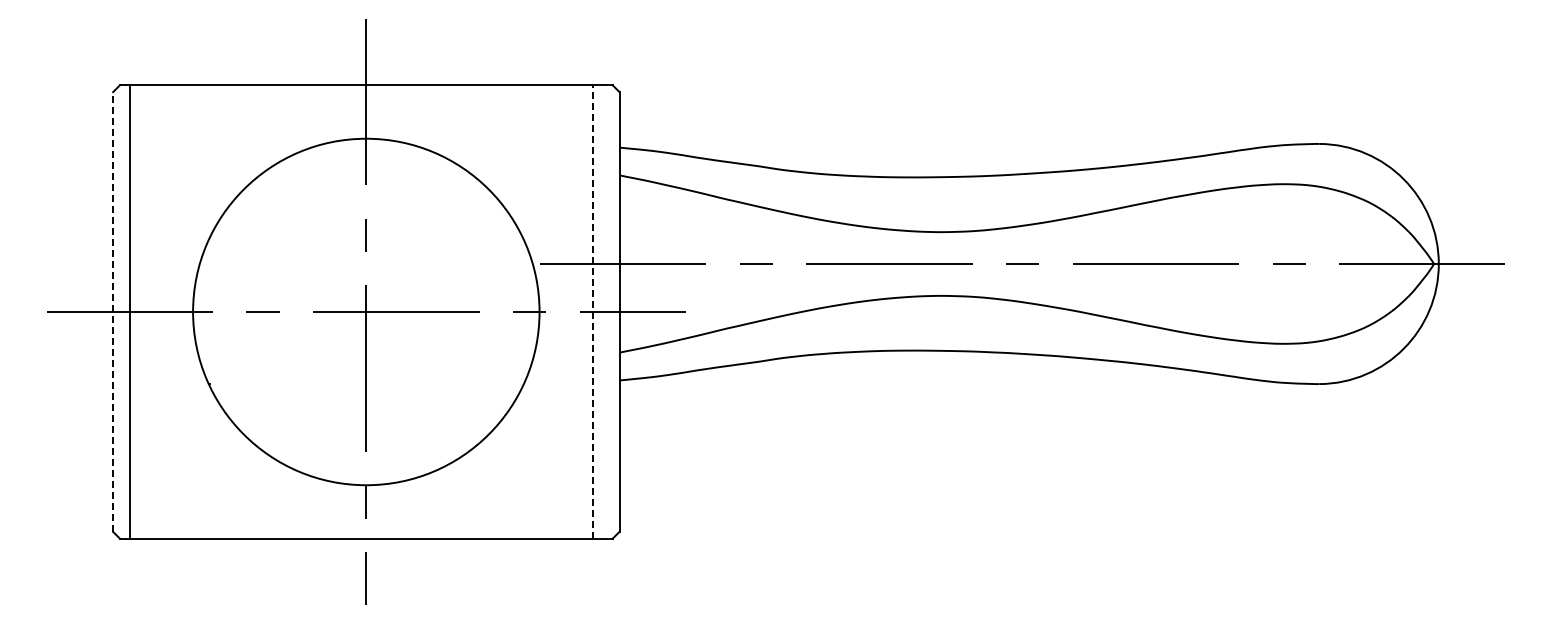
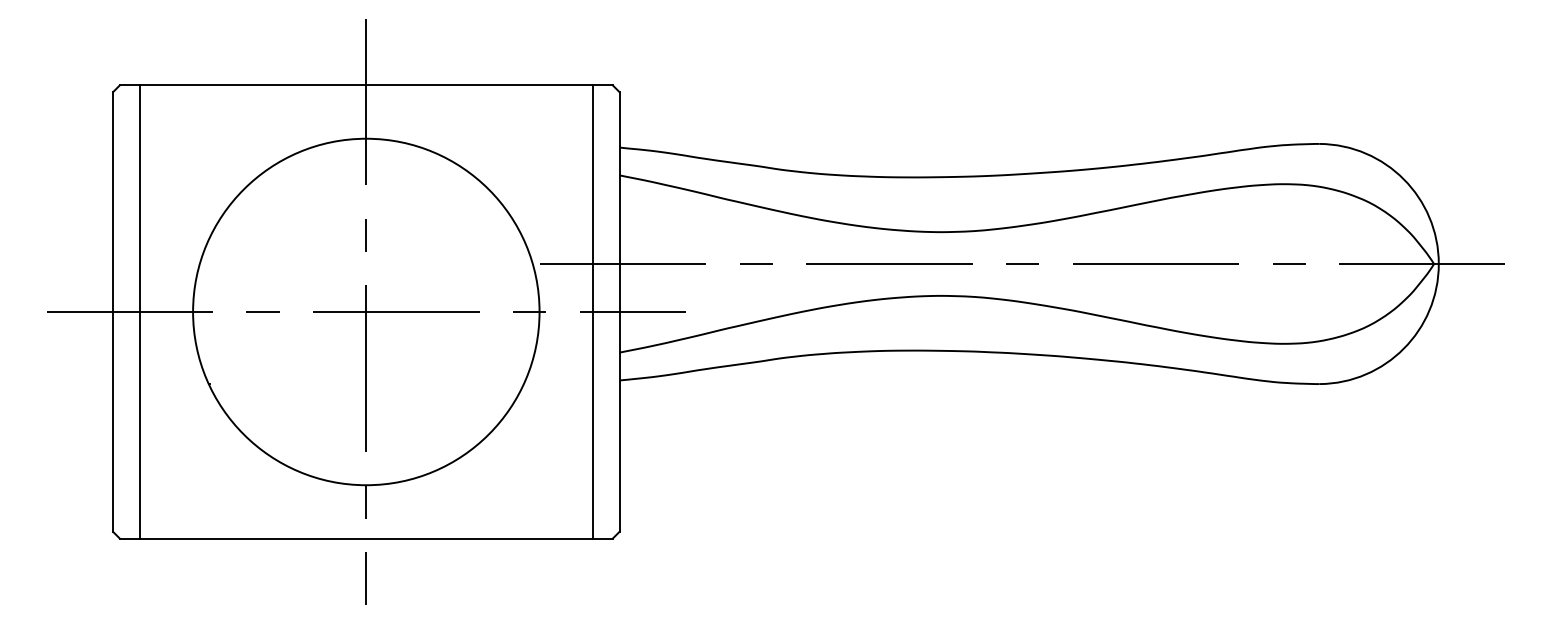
line at (113, 311): dashed -> solid
line at (129, 311) position: (129, 311) -> (139, 311)
line at (592, 311): dashed -> solid
